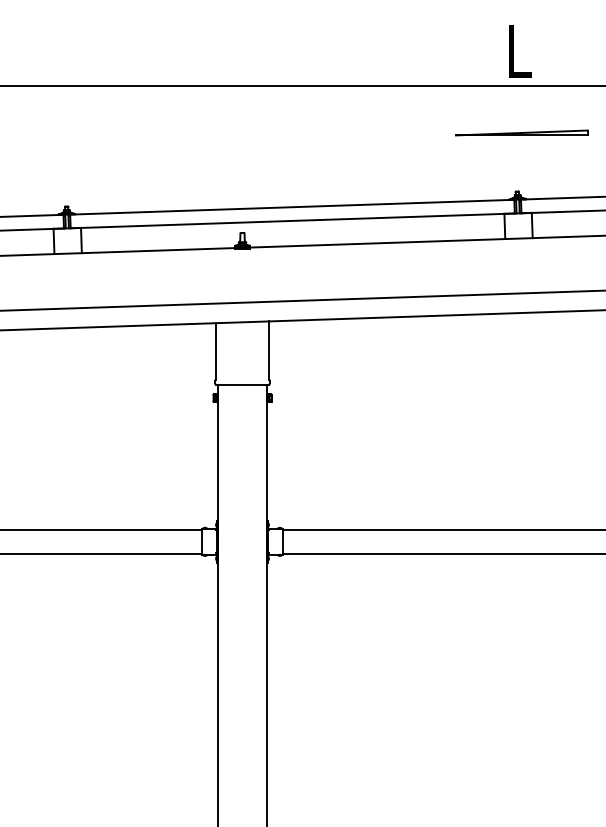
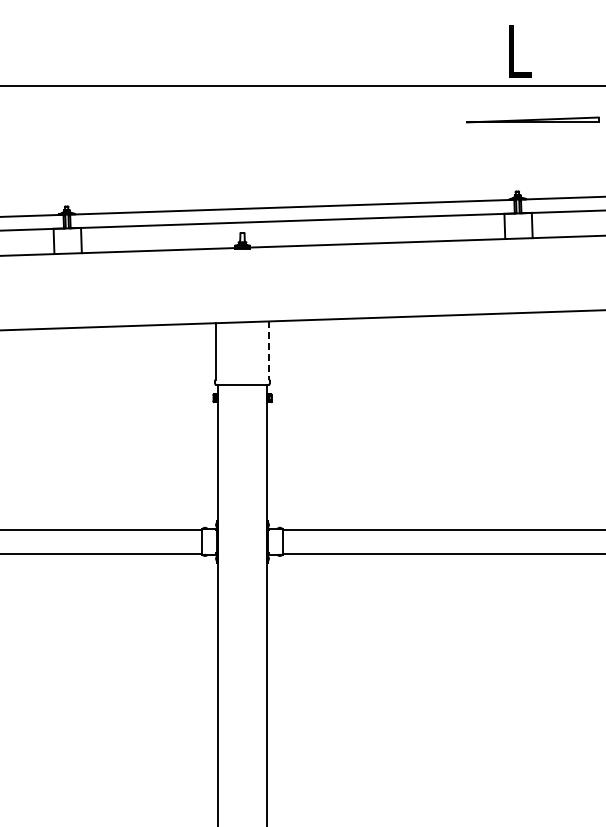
part at (521, 132) position: (521, 132) -> (532, 119)
line at (302, 300): present -> none
line at (269, 351): solid -> dashed
